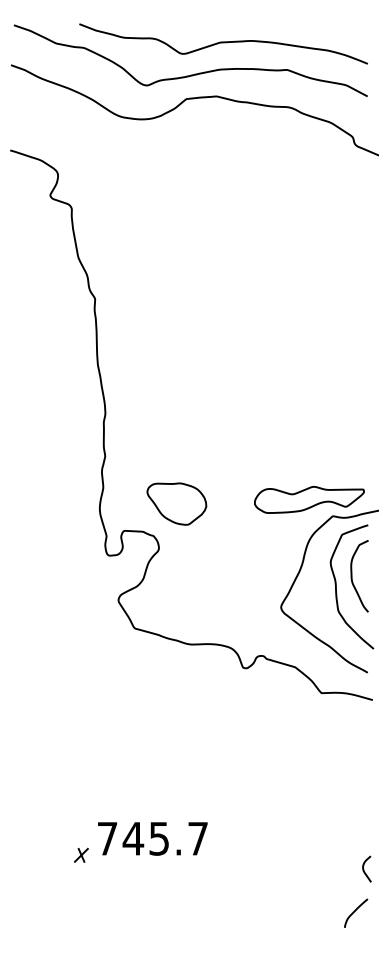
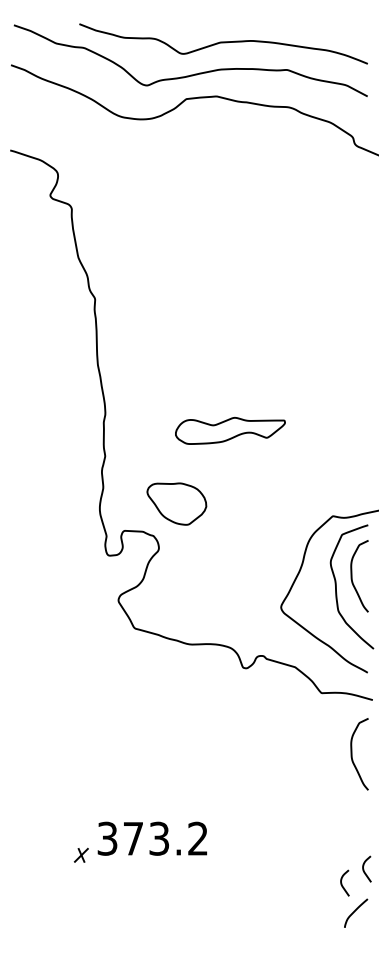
part at (309, 499) position: (309, 499) -> (230, 430)
curve at (352, 754): none -> present
text at (152, 838): 745.7 -> 373.2
curve at (342, 883): none -> present
